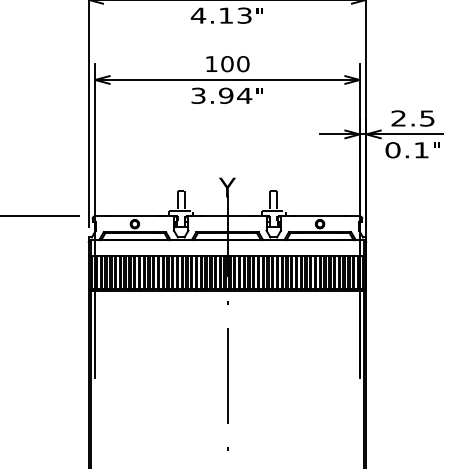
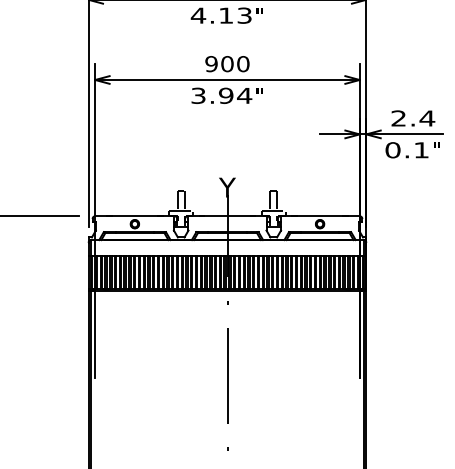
text at (211, 64): 100 -> 900
text at (427, 118): 2.5 -> 2.4
